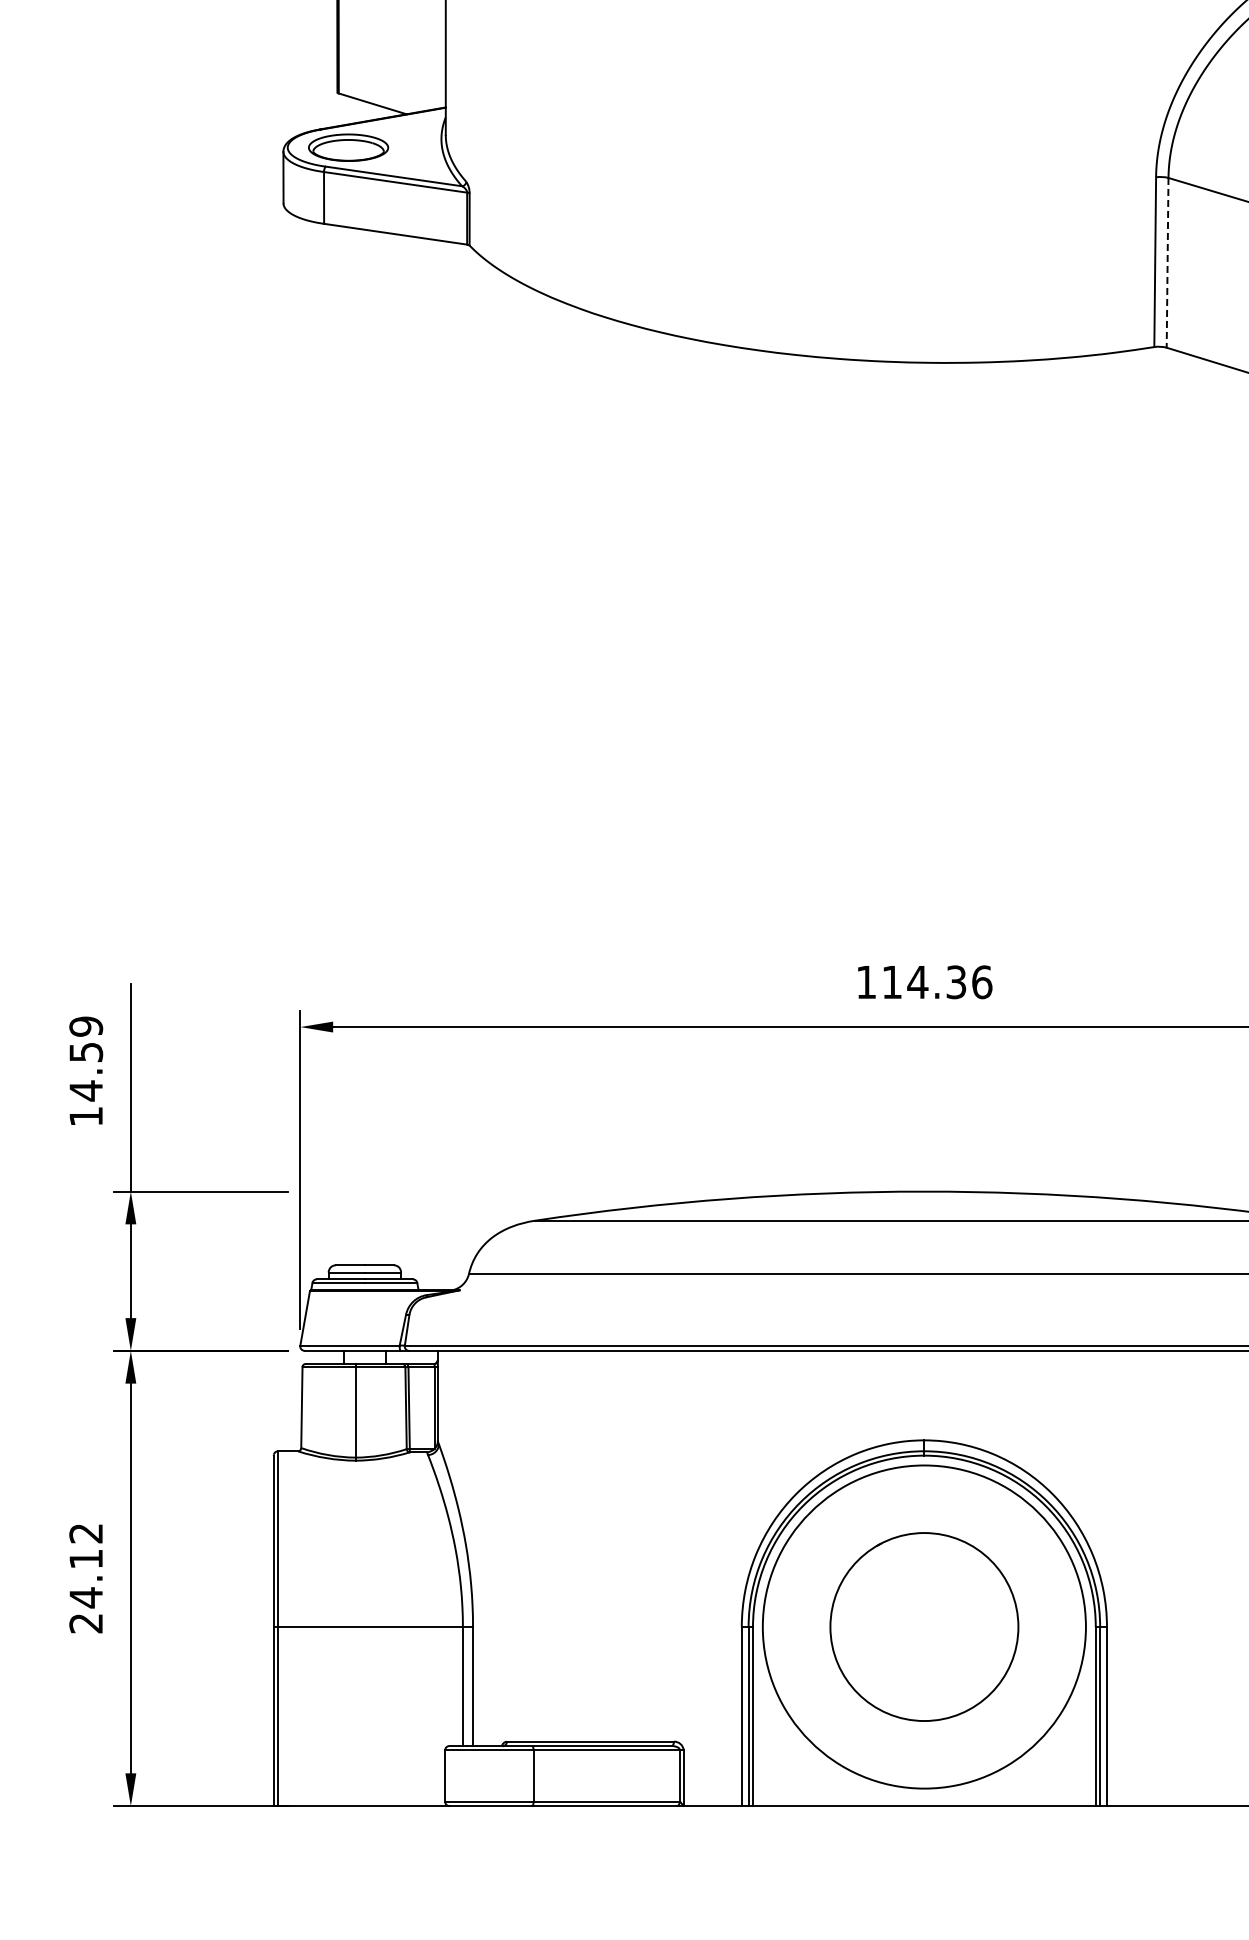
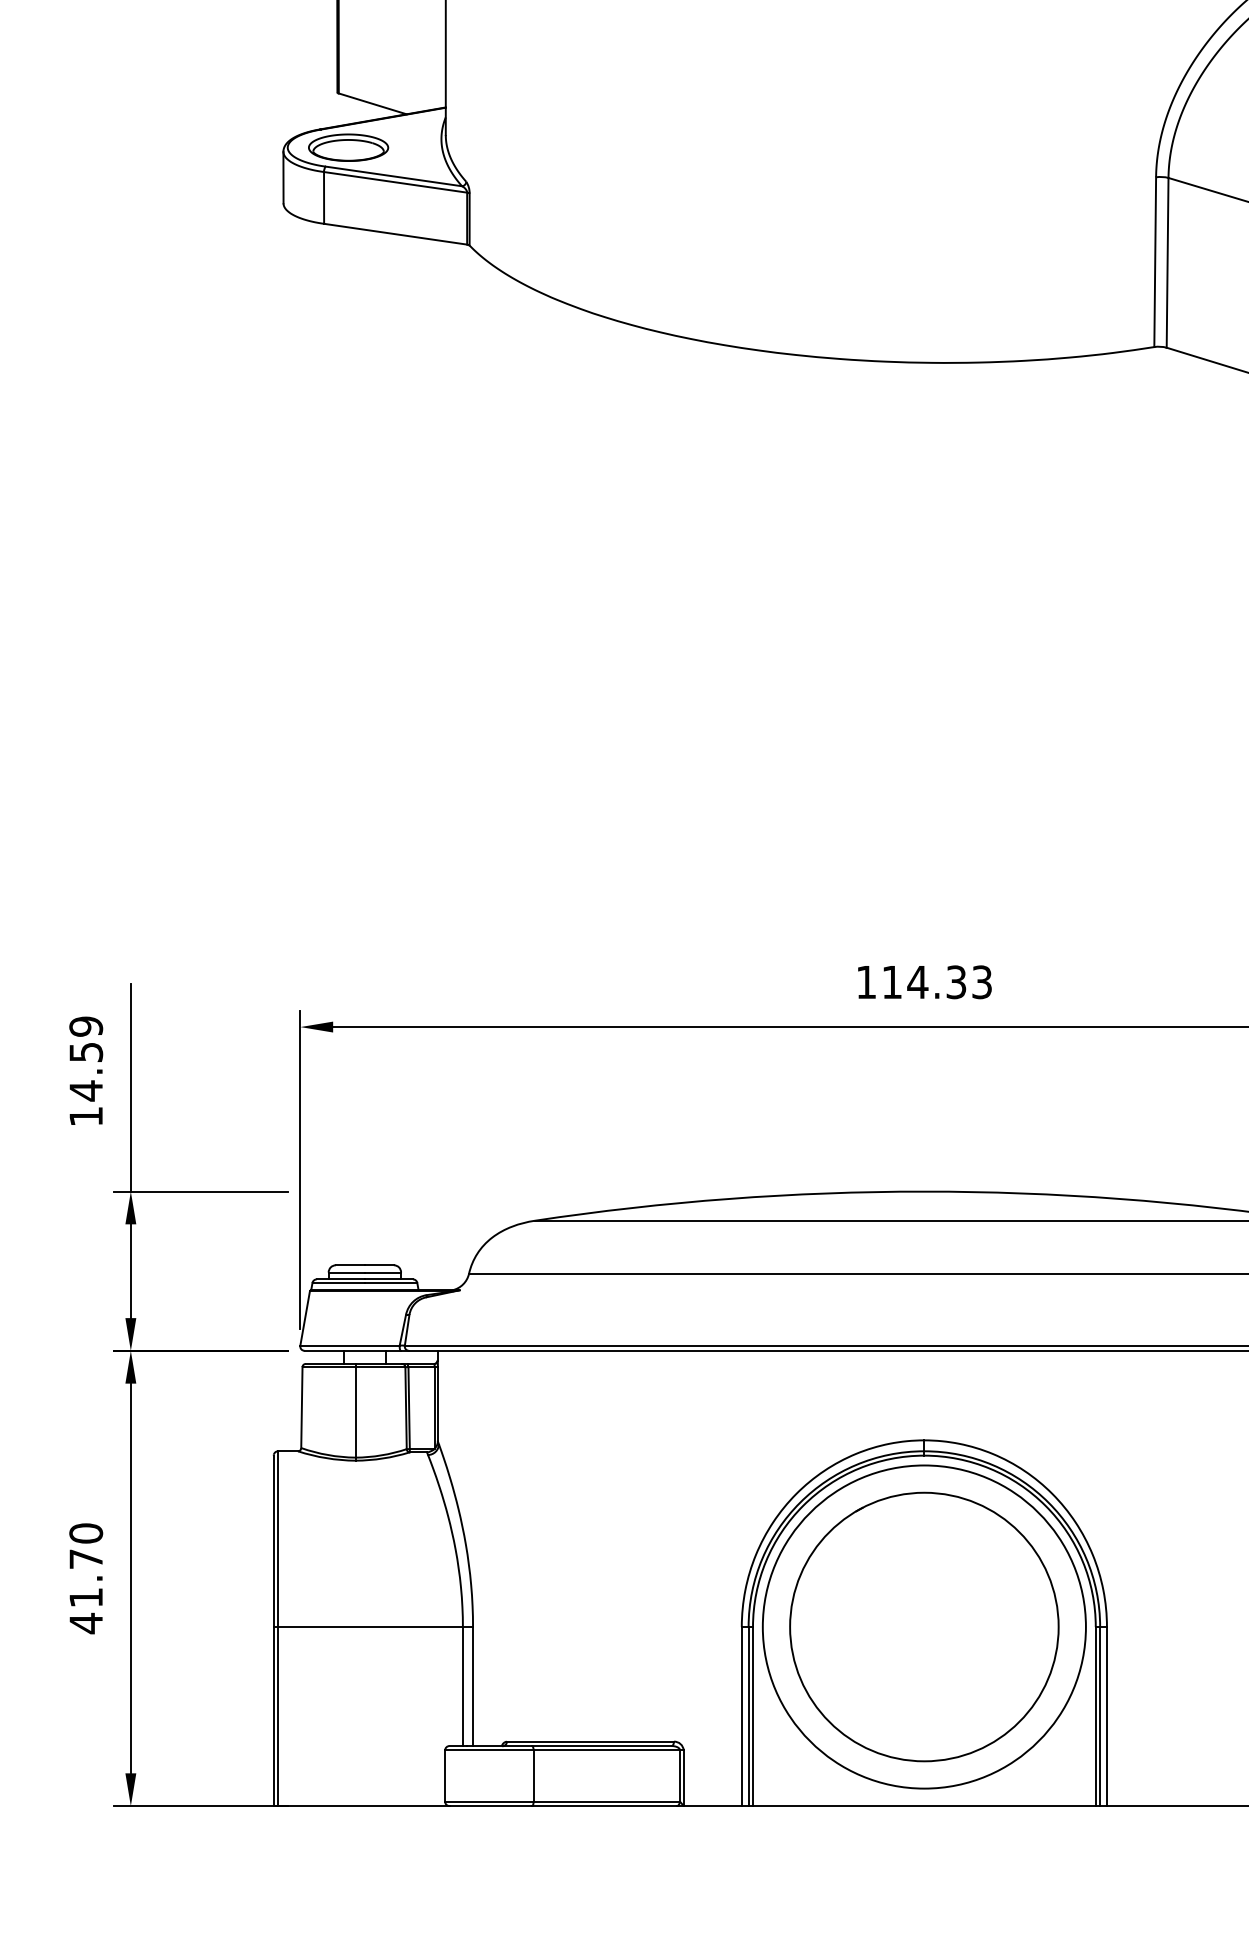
line at (1167, 262): dashed -> solid
text at (982, 982): 114.36 -> 114.33
text at (86, 1578): 24.12 -> 41.70
part at (924, 1626) size: 191x190 px -> 271x272 px
